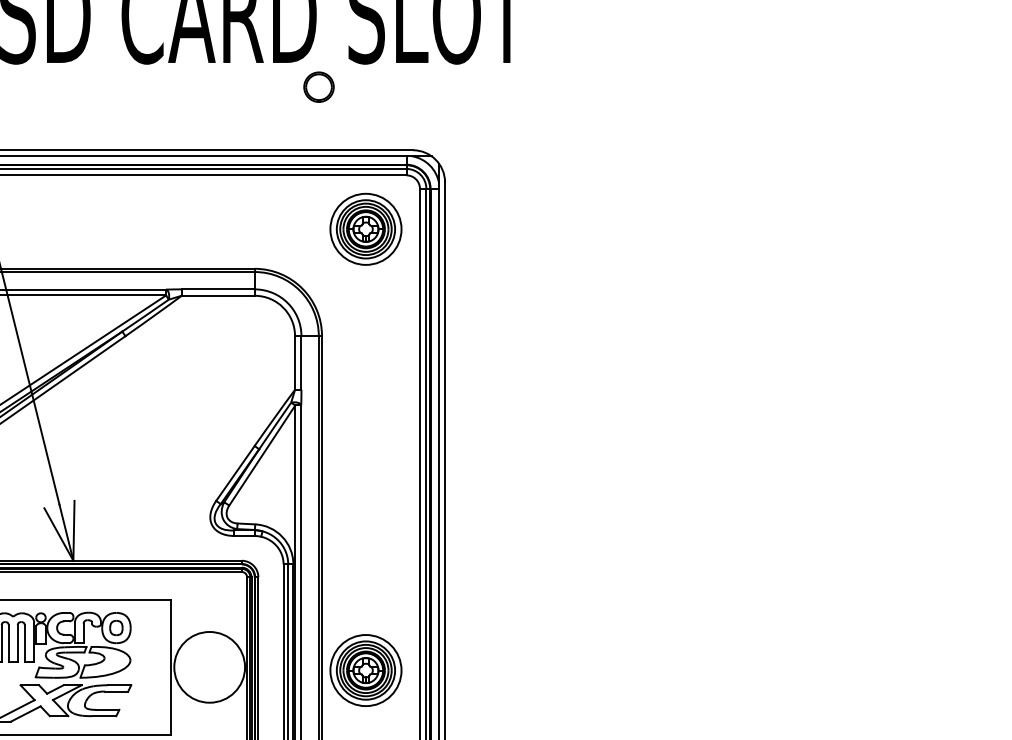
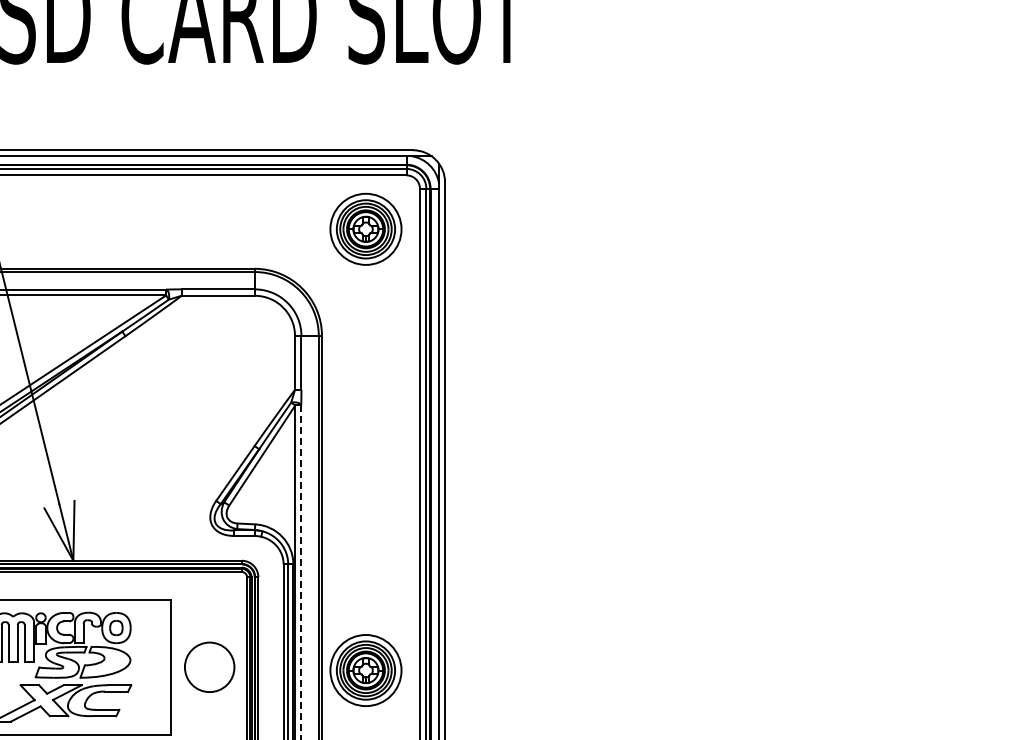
part at (318, 86): present -> none
line at (301, 572): solid -> dashed
circle at (209, 666) diameter: 71 px -> 50 px
